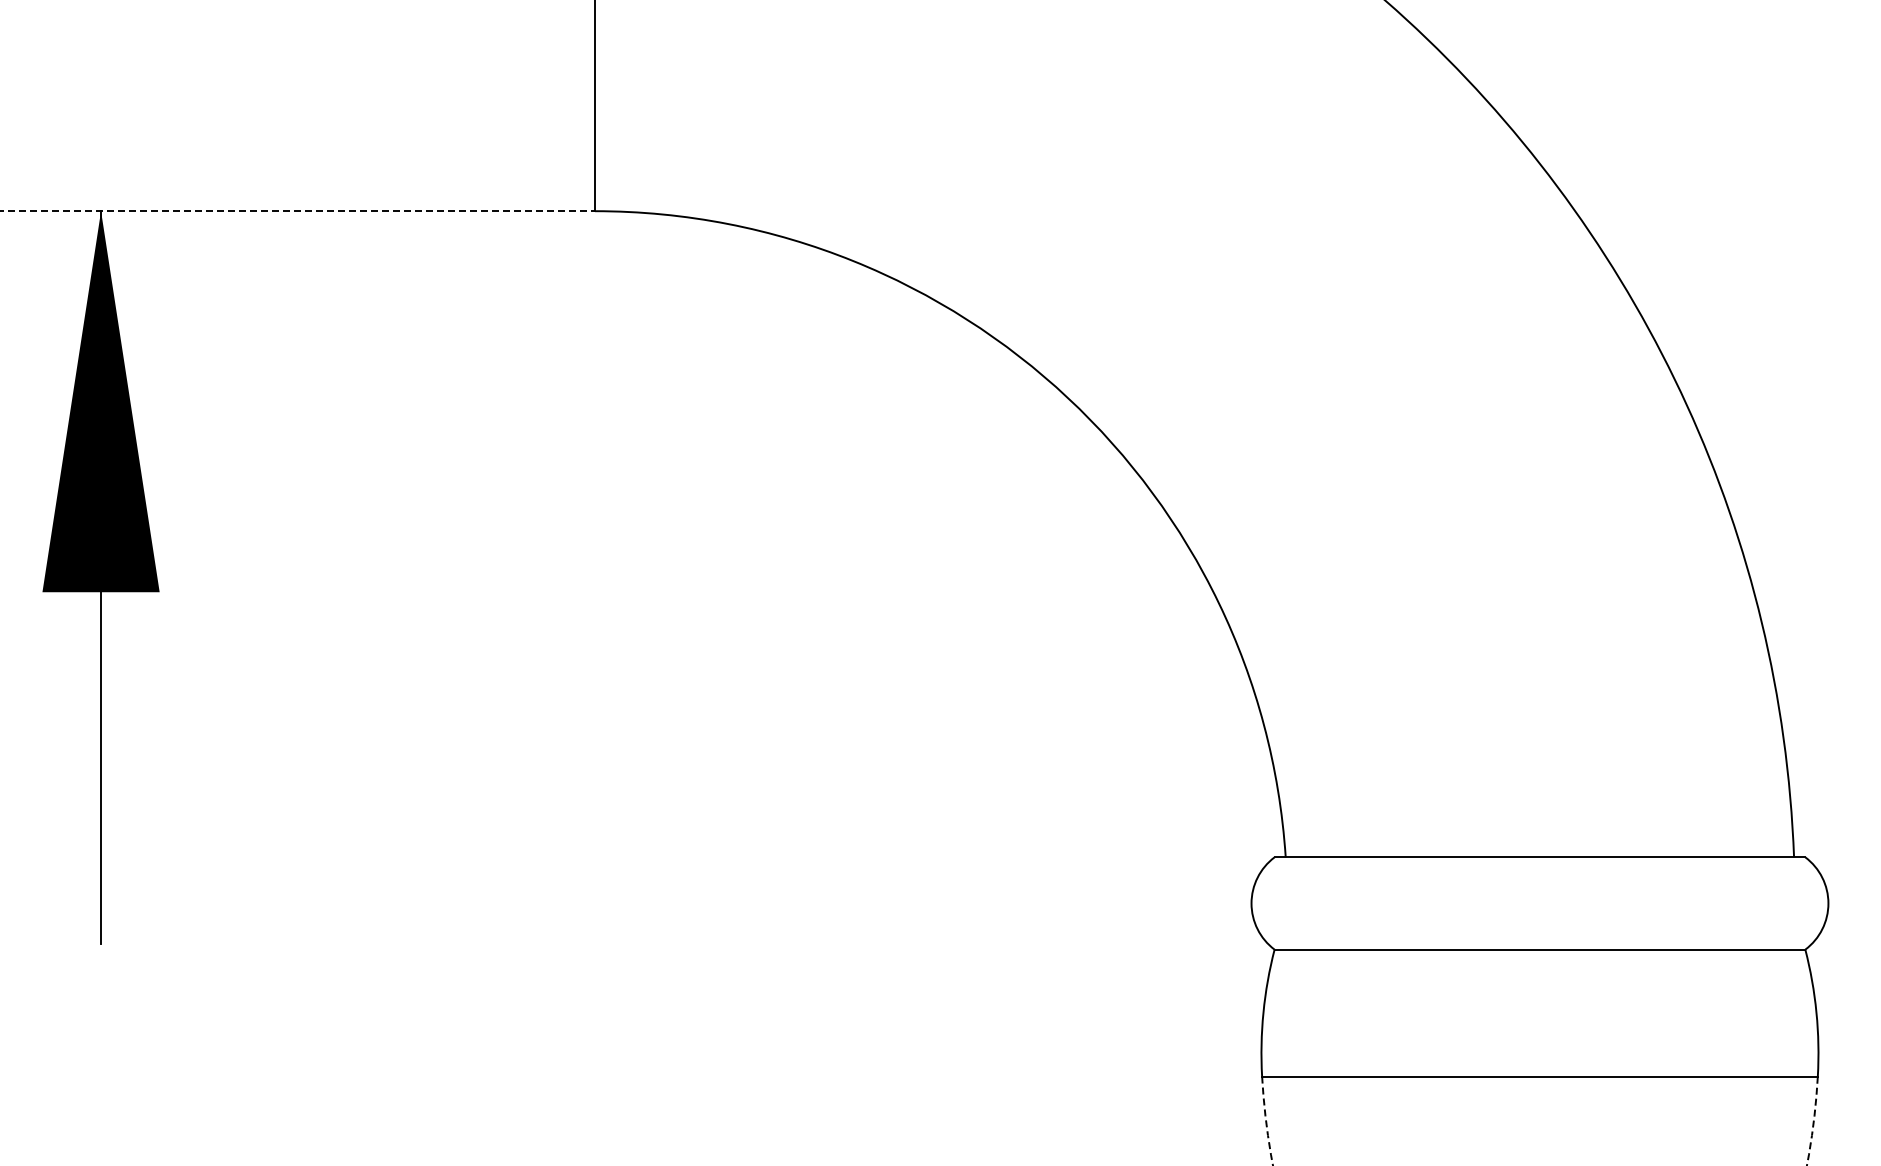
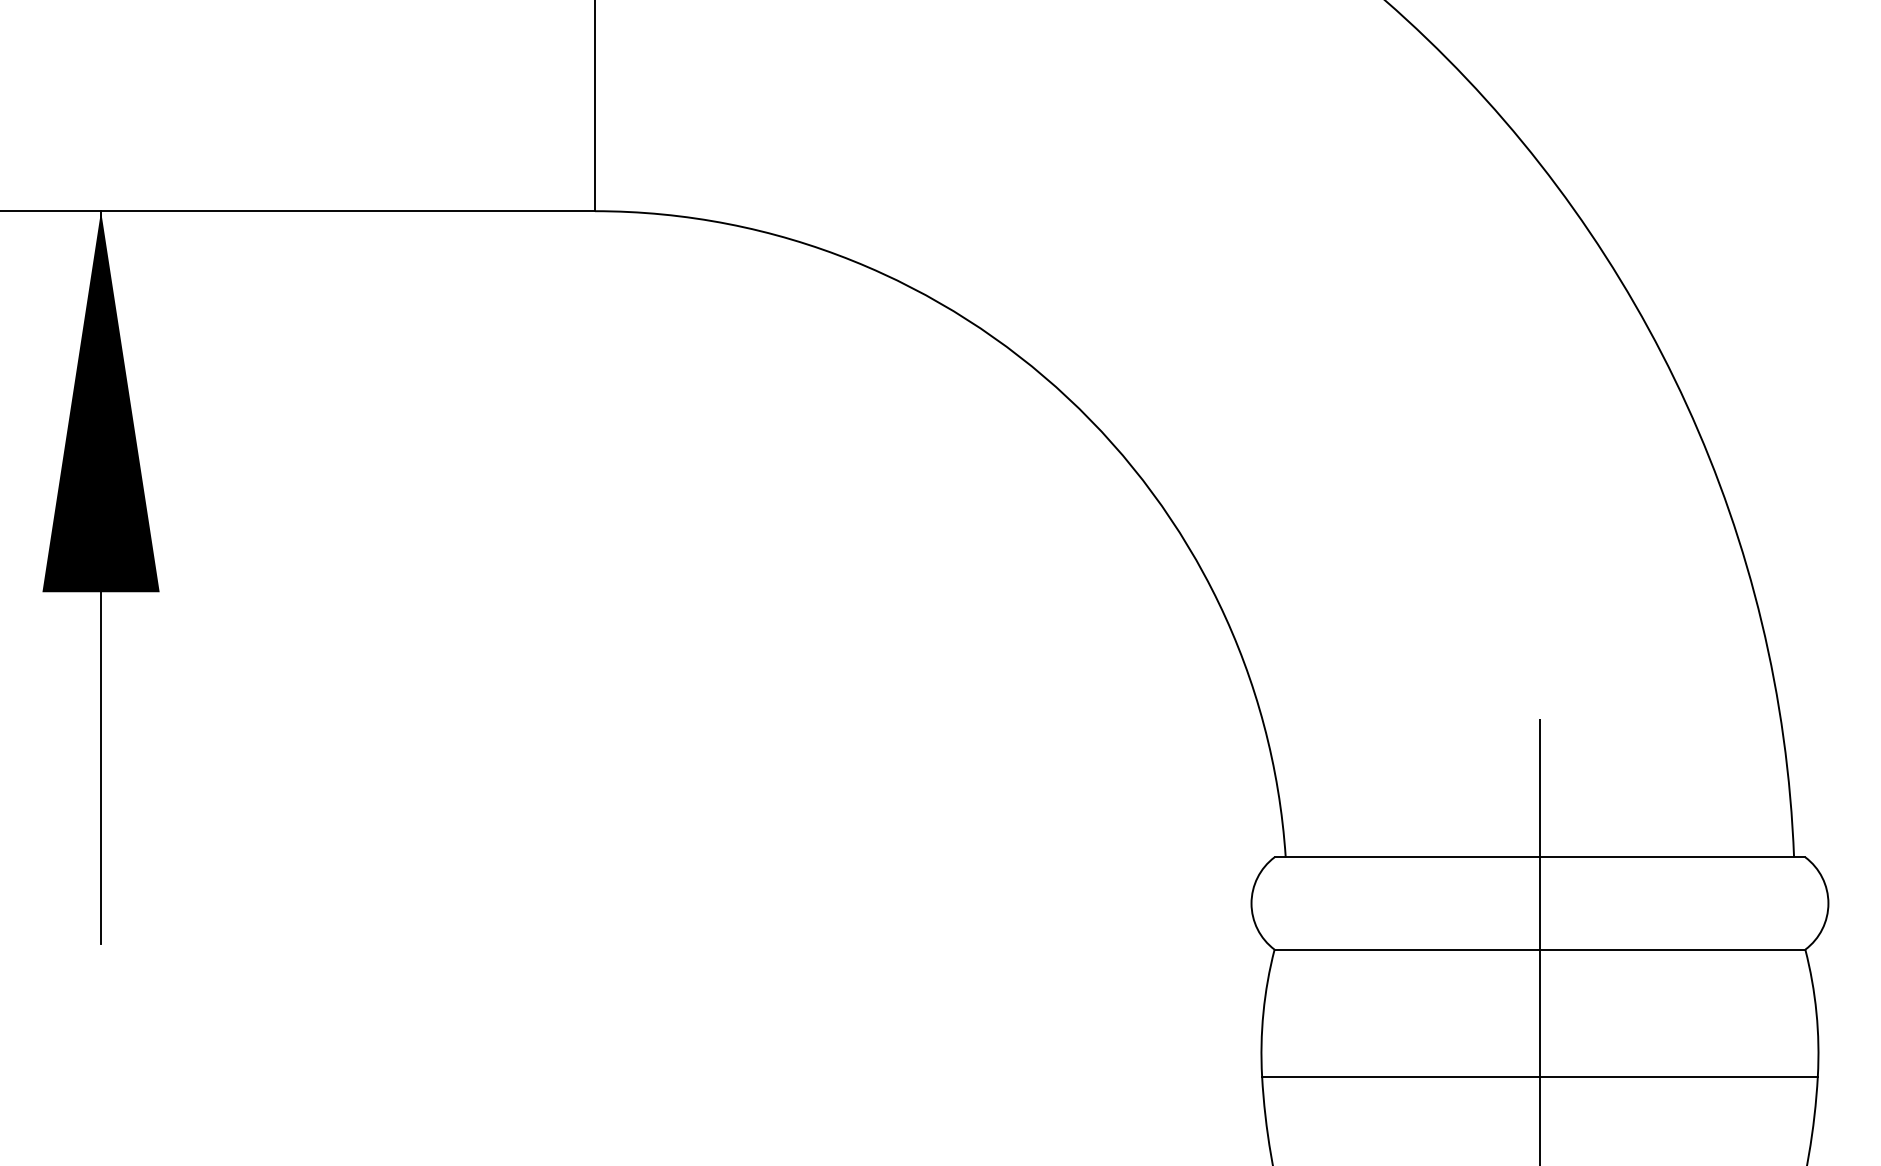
line at (298, 211): dashed -> solid
line at (1539, 940): none -> present
arc at (1813, 1120): dashed -> solid
arc at (1266, 1121): dashed -> solid
